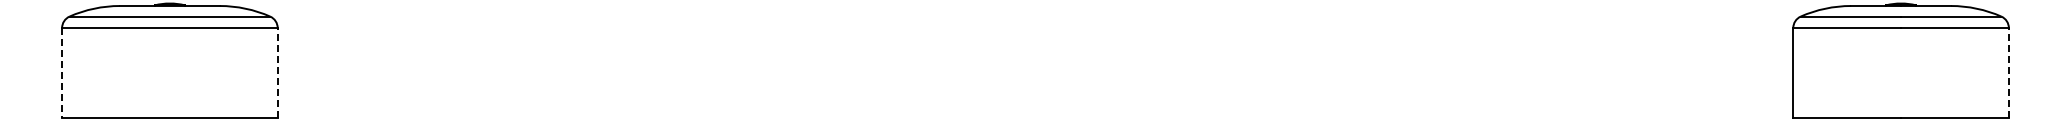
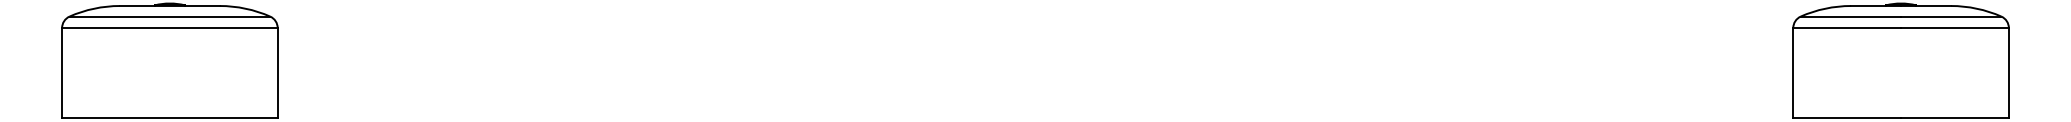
line at (277, 72): dashed -> solid
line at (2008, 72): dashed -> solid
line at (62, 73): dashed -> solid
